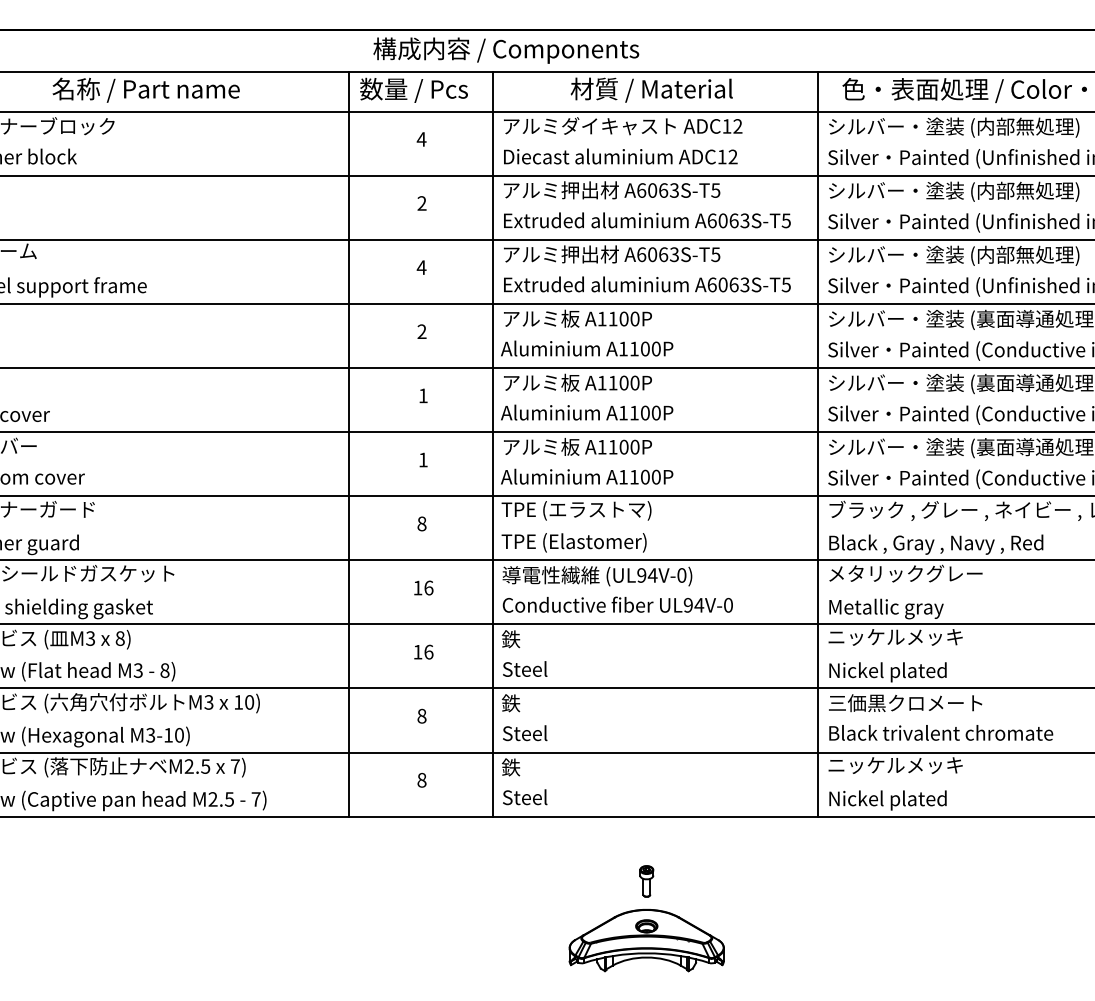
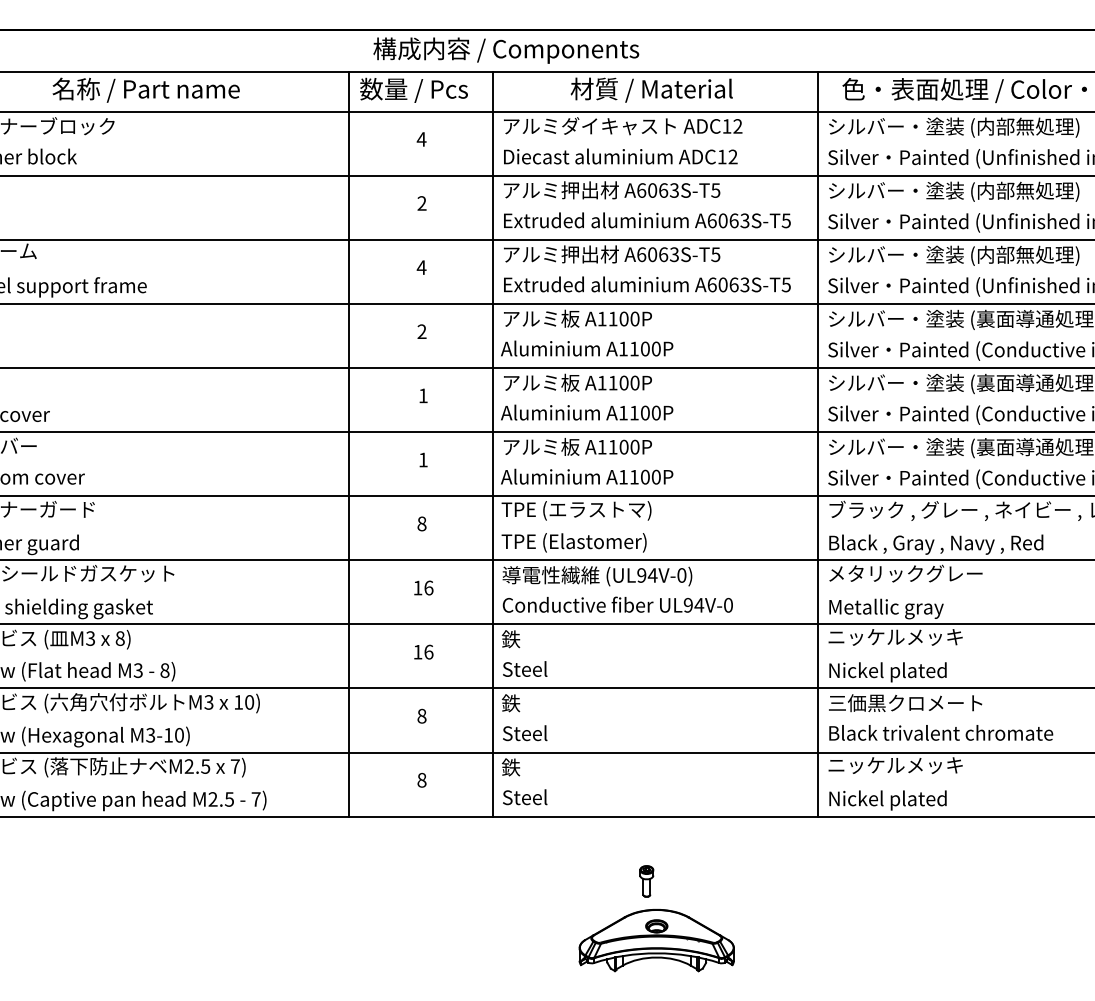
part at (646, 940) position: (646, 940) -> (656, 940)
